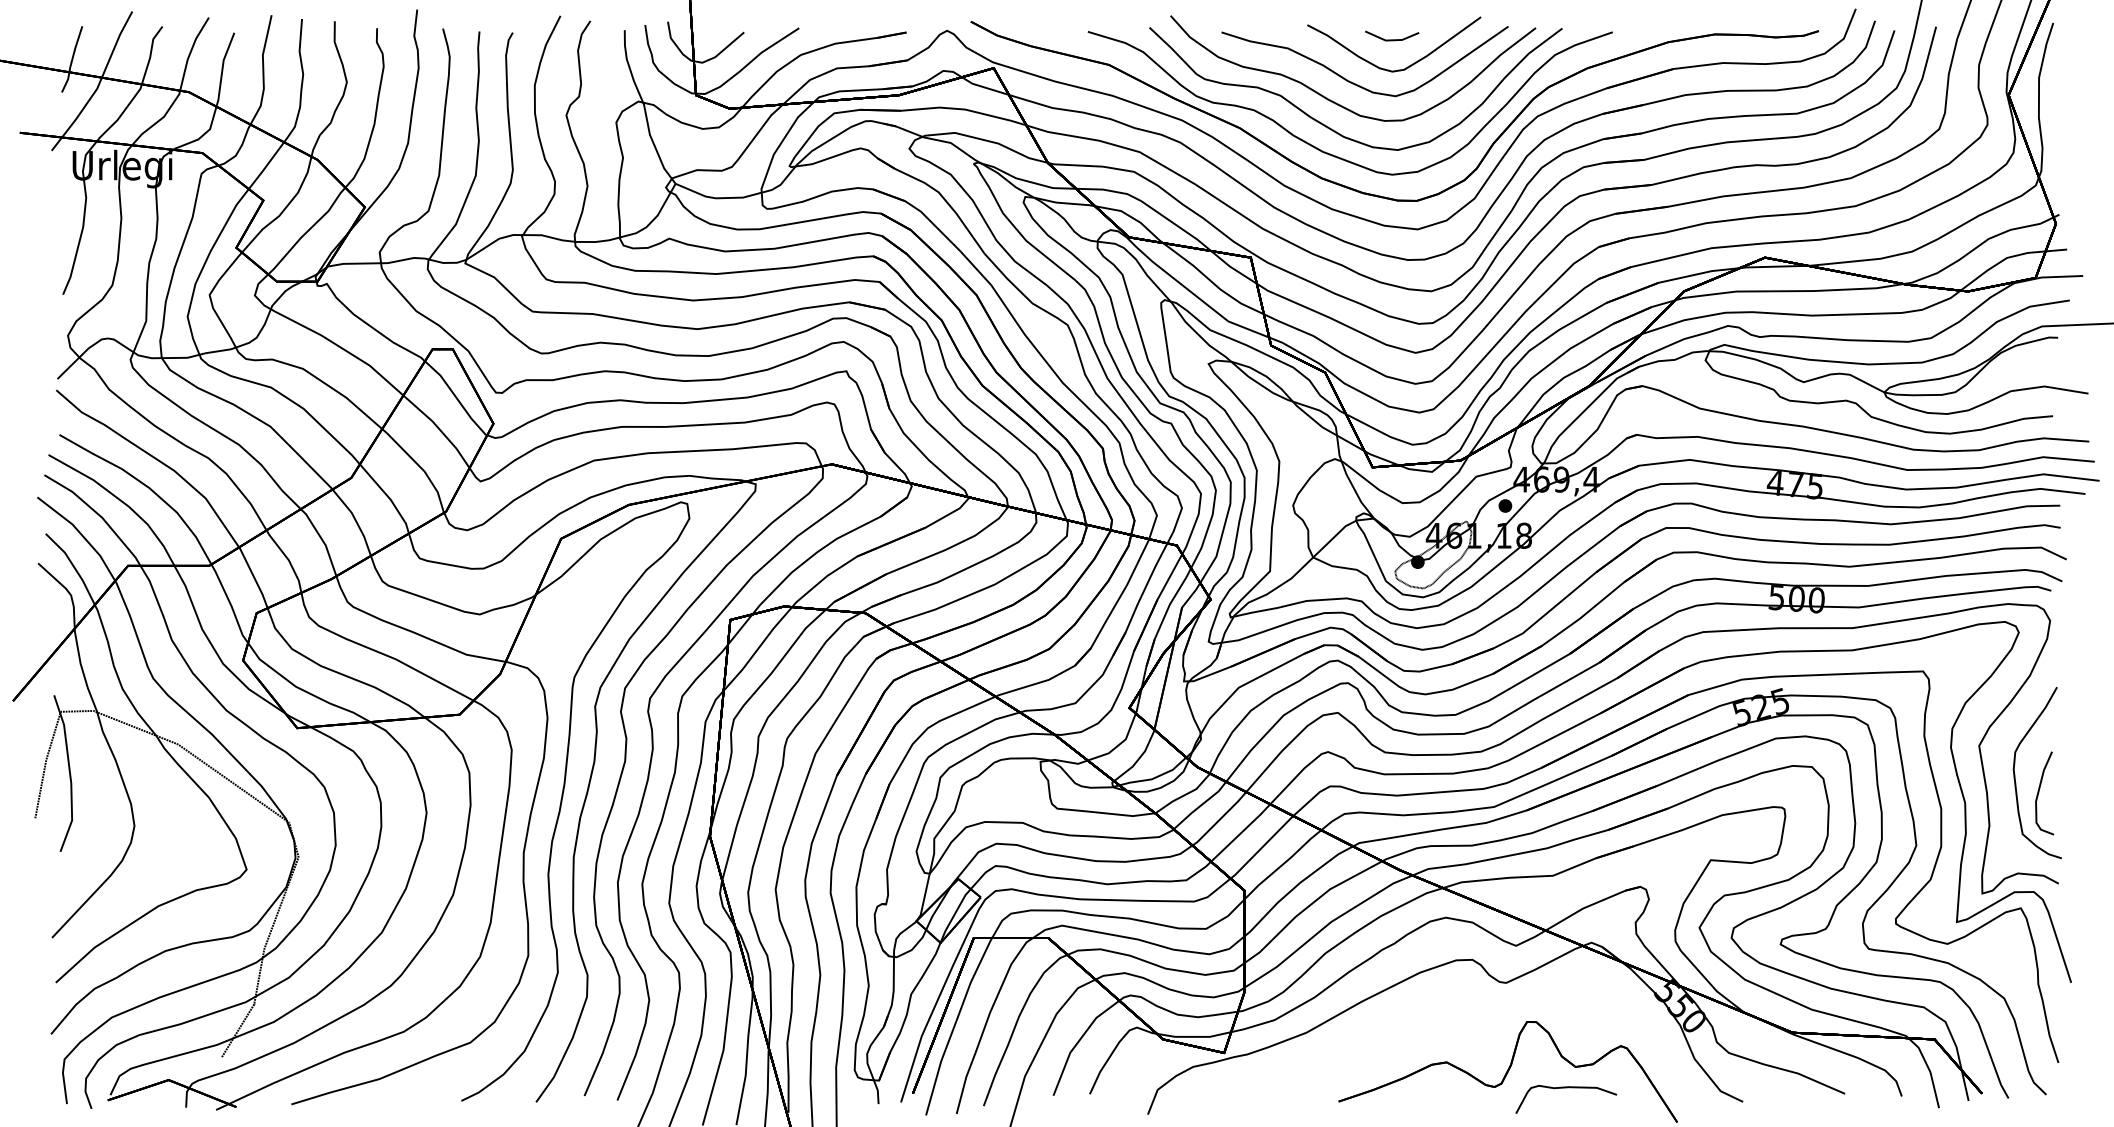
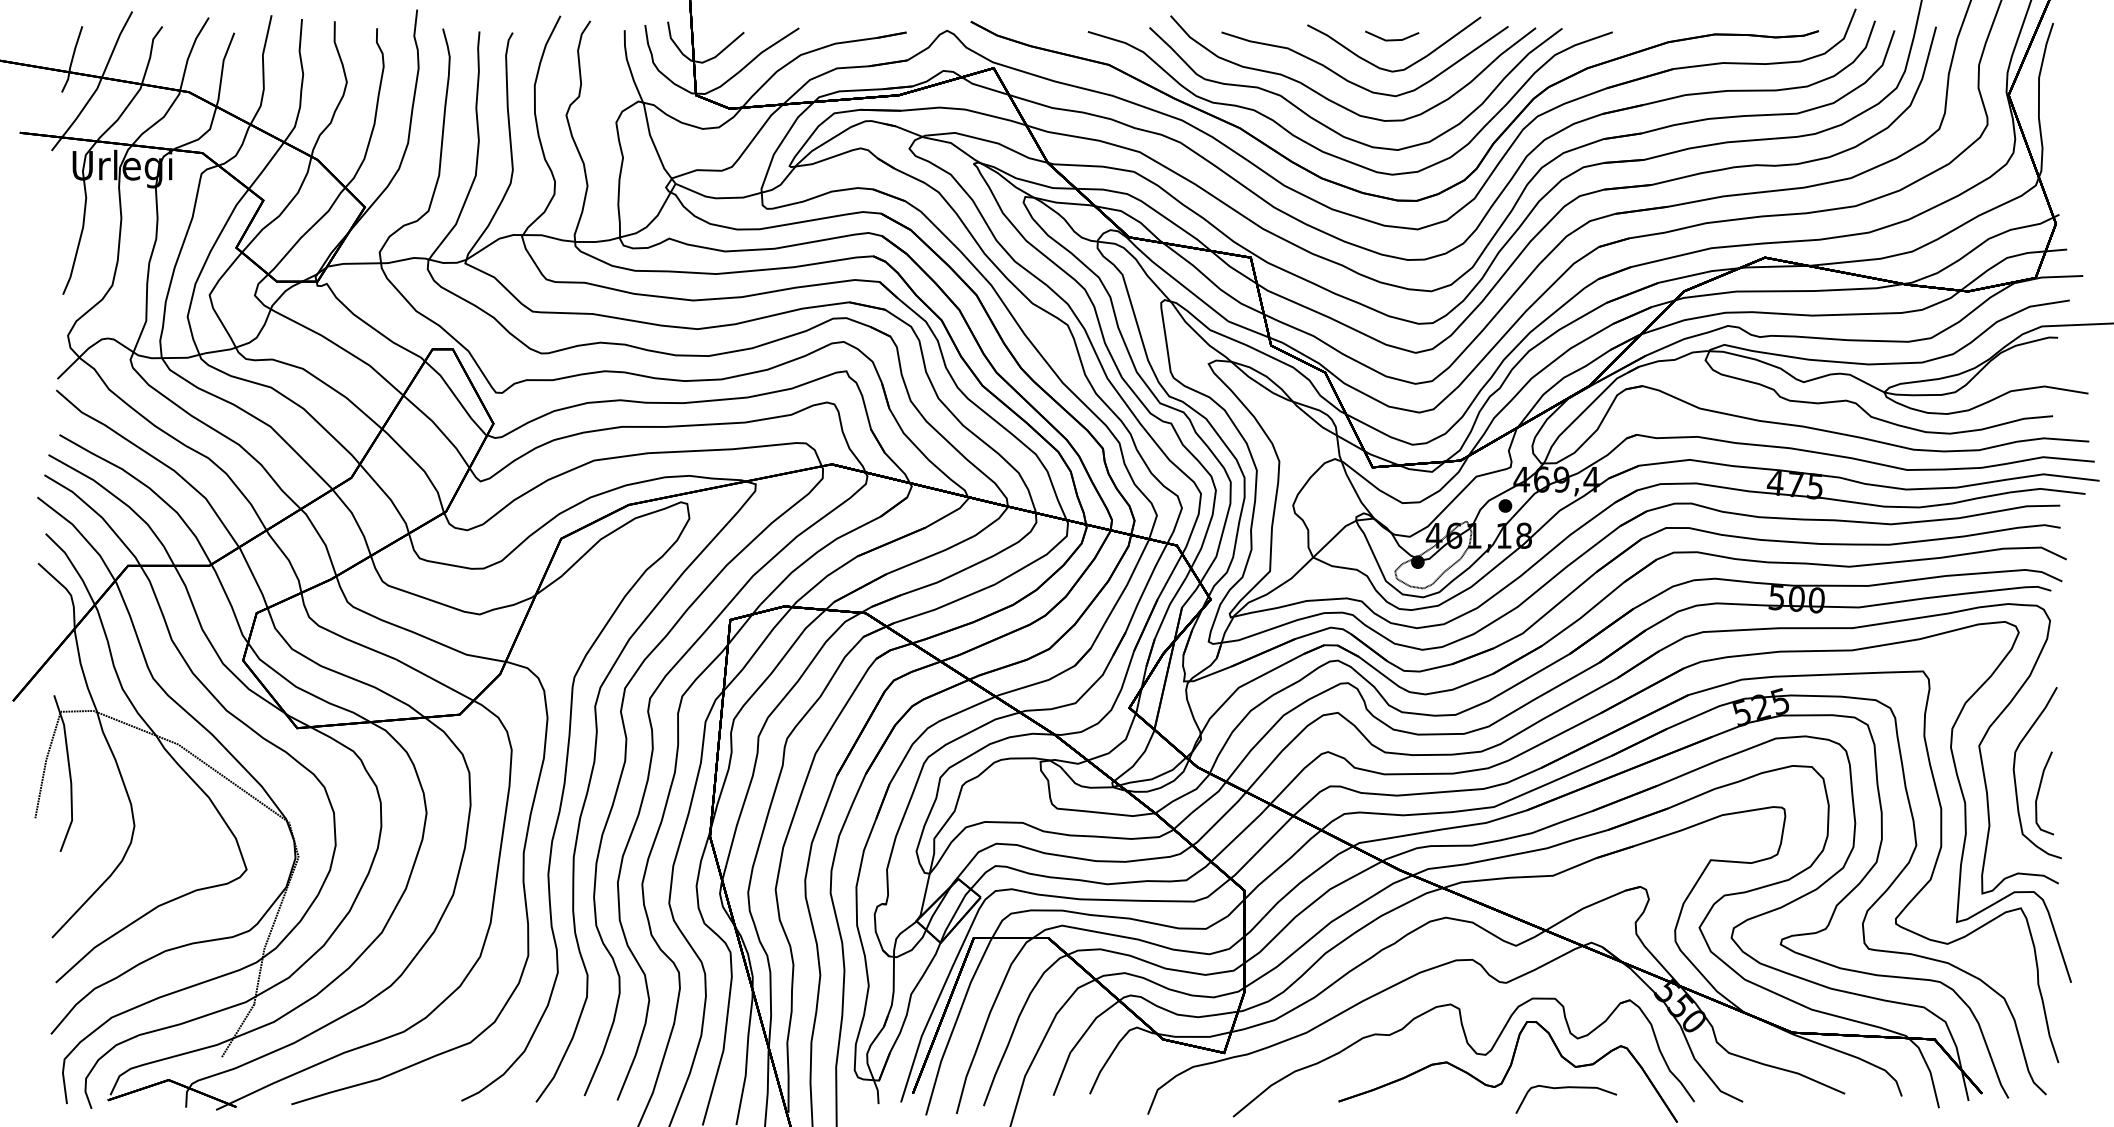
part at (1471, 1049): none -> present
